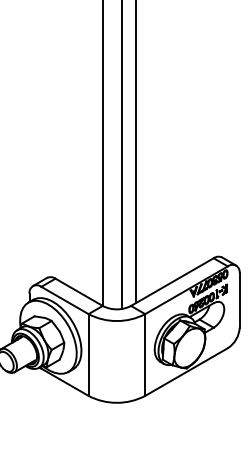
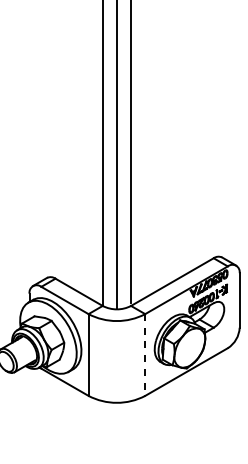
line at (135, 152) position: (135, 152) -> (130, 152)
line at (121, 155) position: (121, 155) -> (116, 155)
line at (145, 355): solid -> dashed
